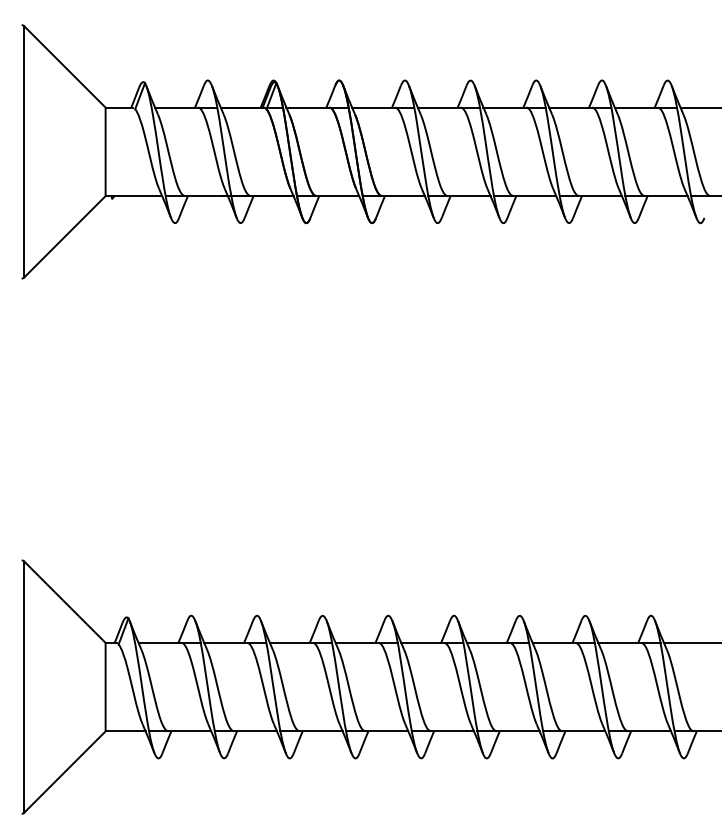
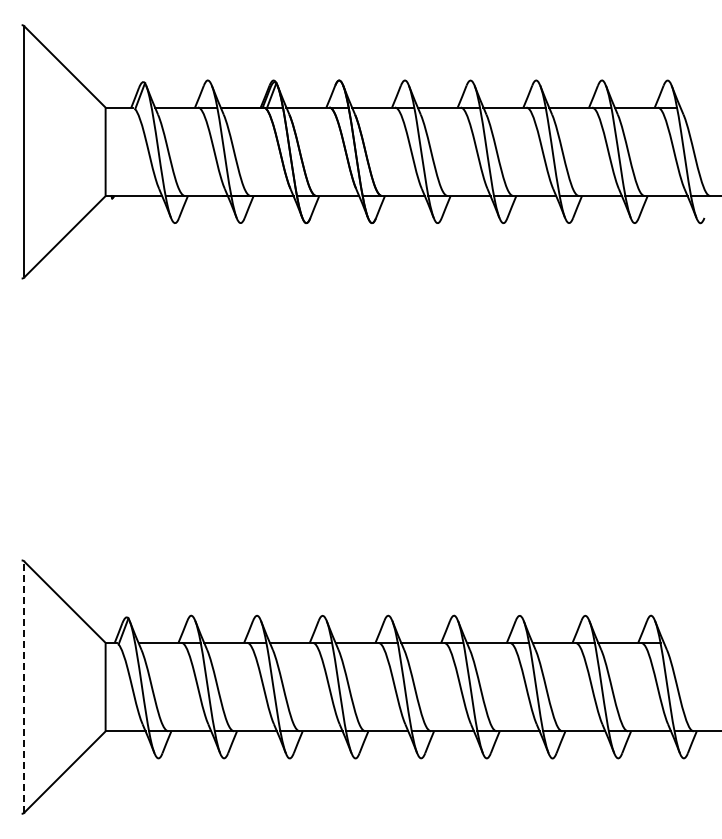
line at (699, 107): present -> none
line at (690, 642): present -> none
line at (24, 687): solid -> dashed
